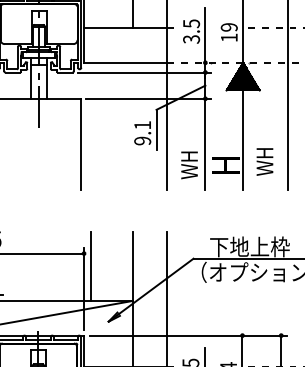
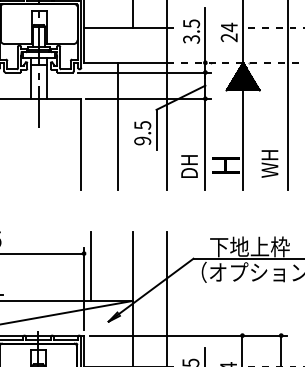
text at (228, 32): 19 -> 24
line at (117, 125): none -> present
text at (142, 125): 9.1 -> 9.5
text at (264, 161) position: (264, 161) -> (269, 163)
text at (189, 165): WH -> DH
